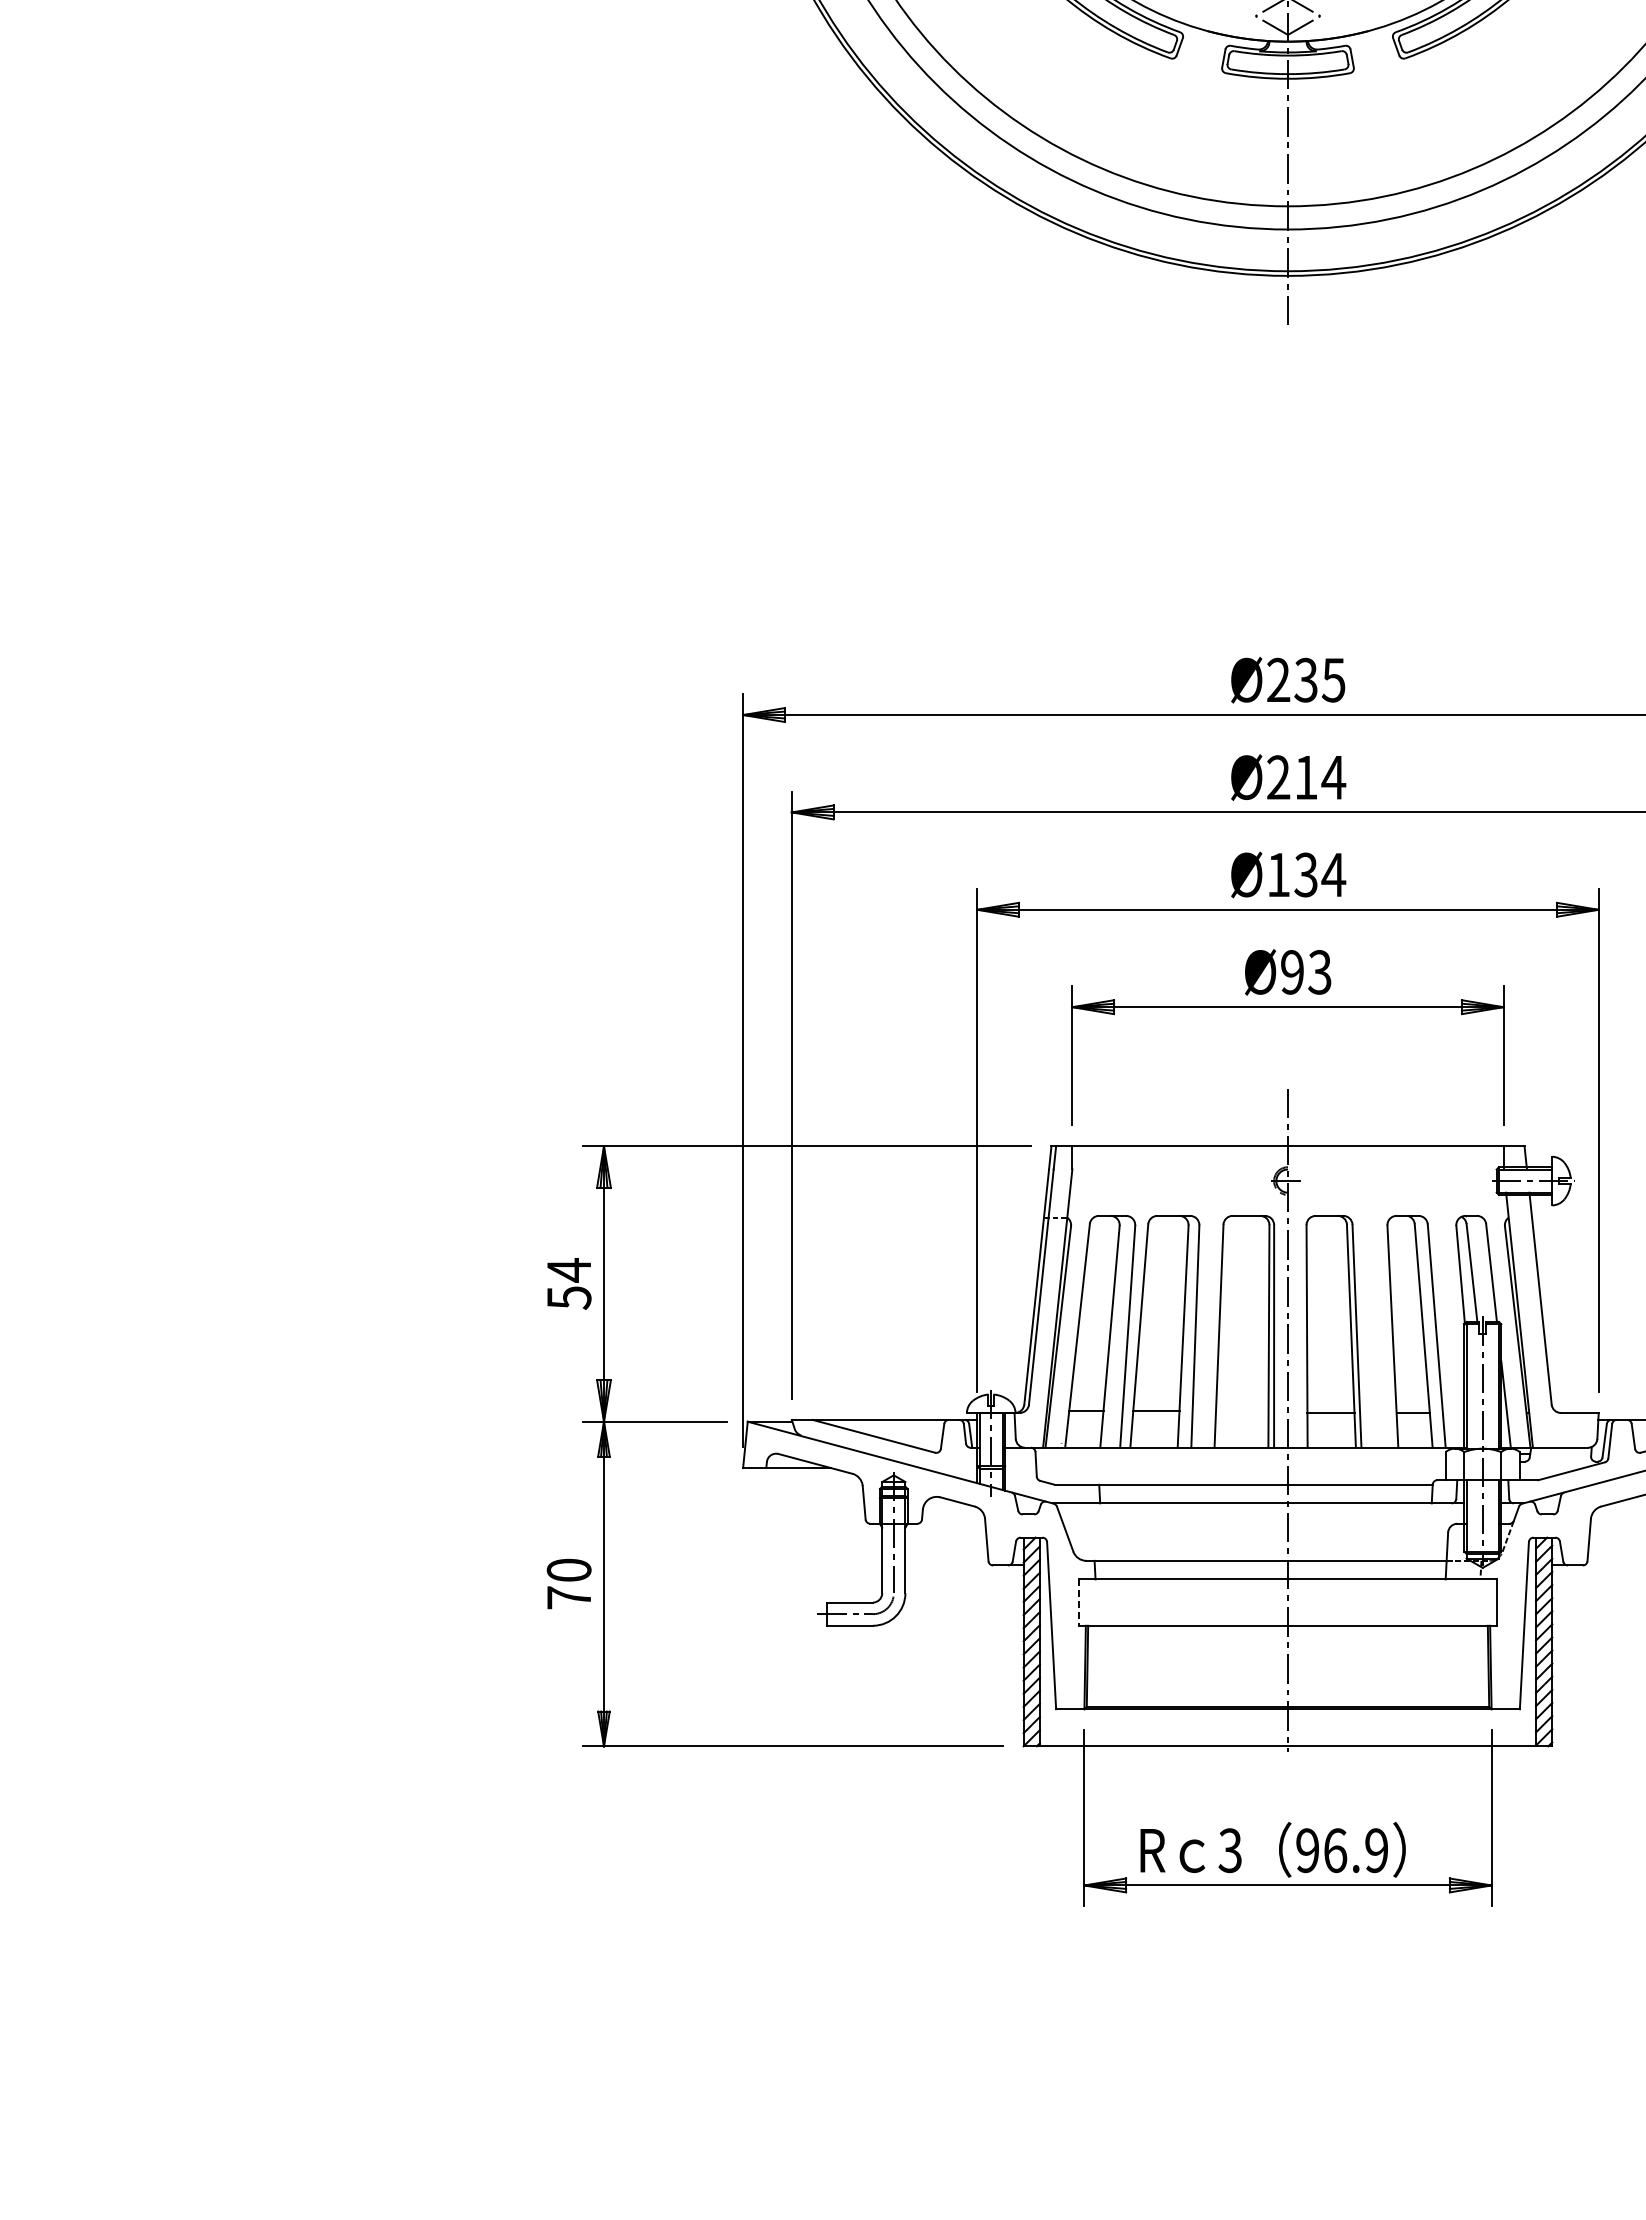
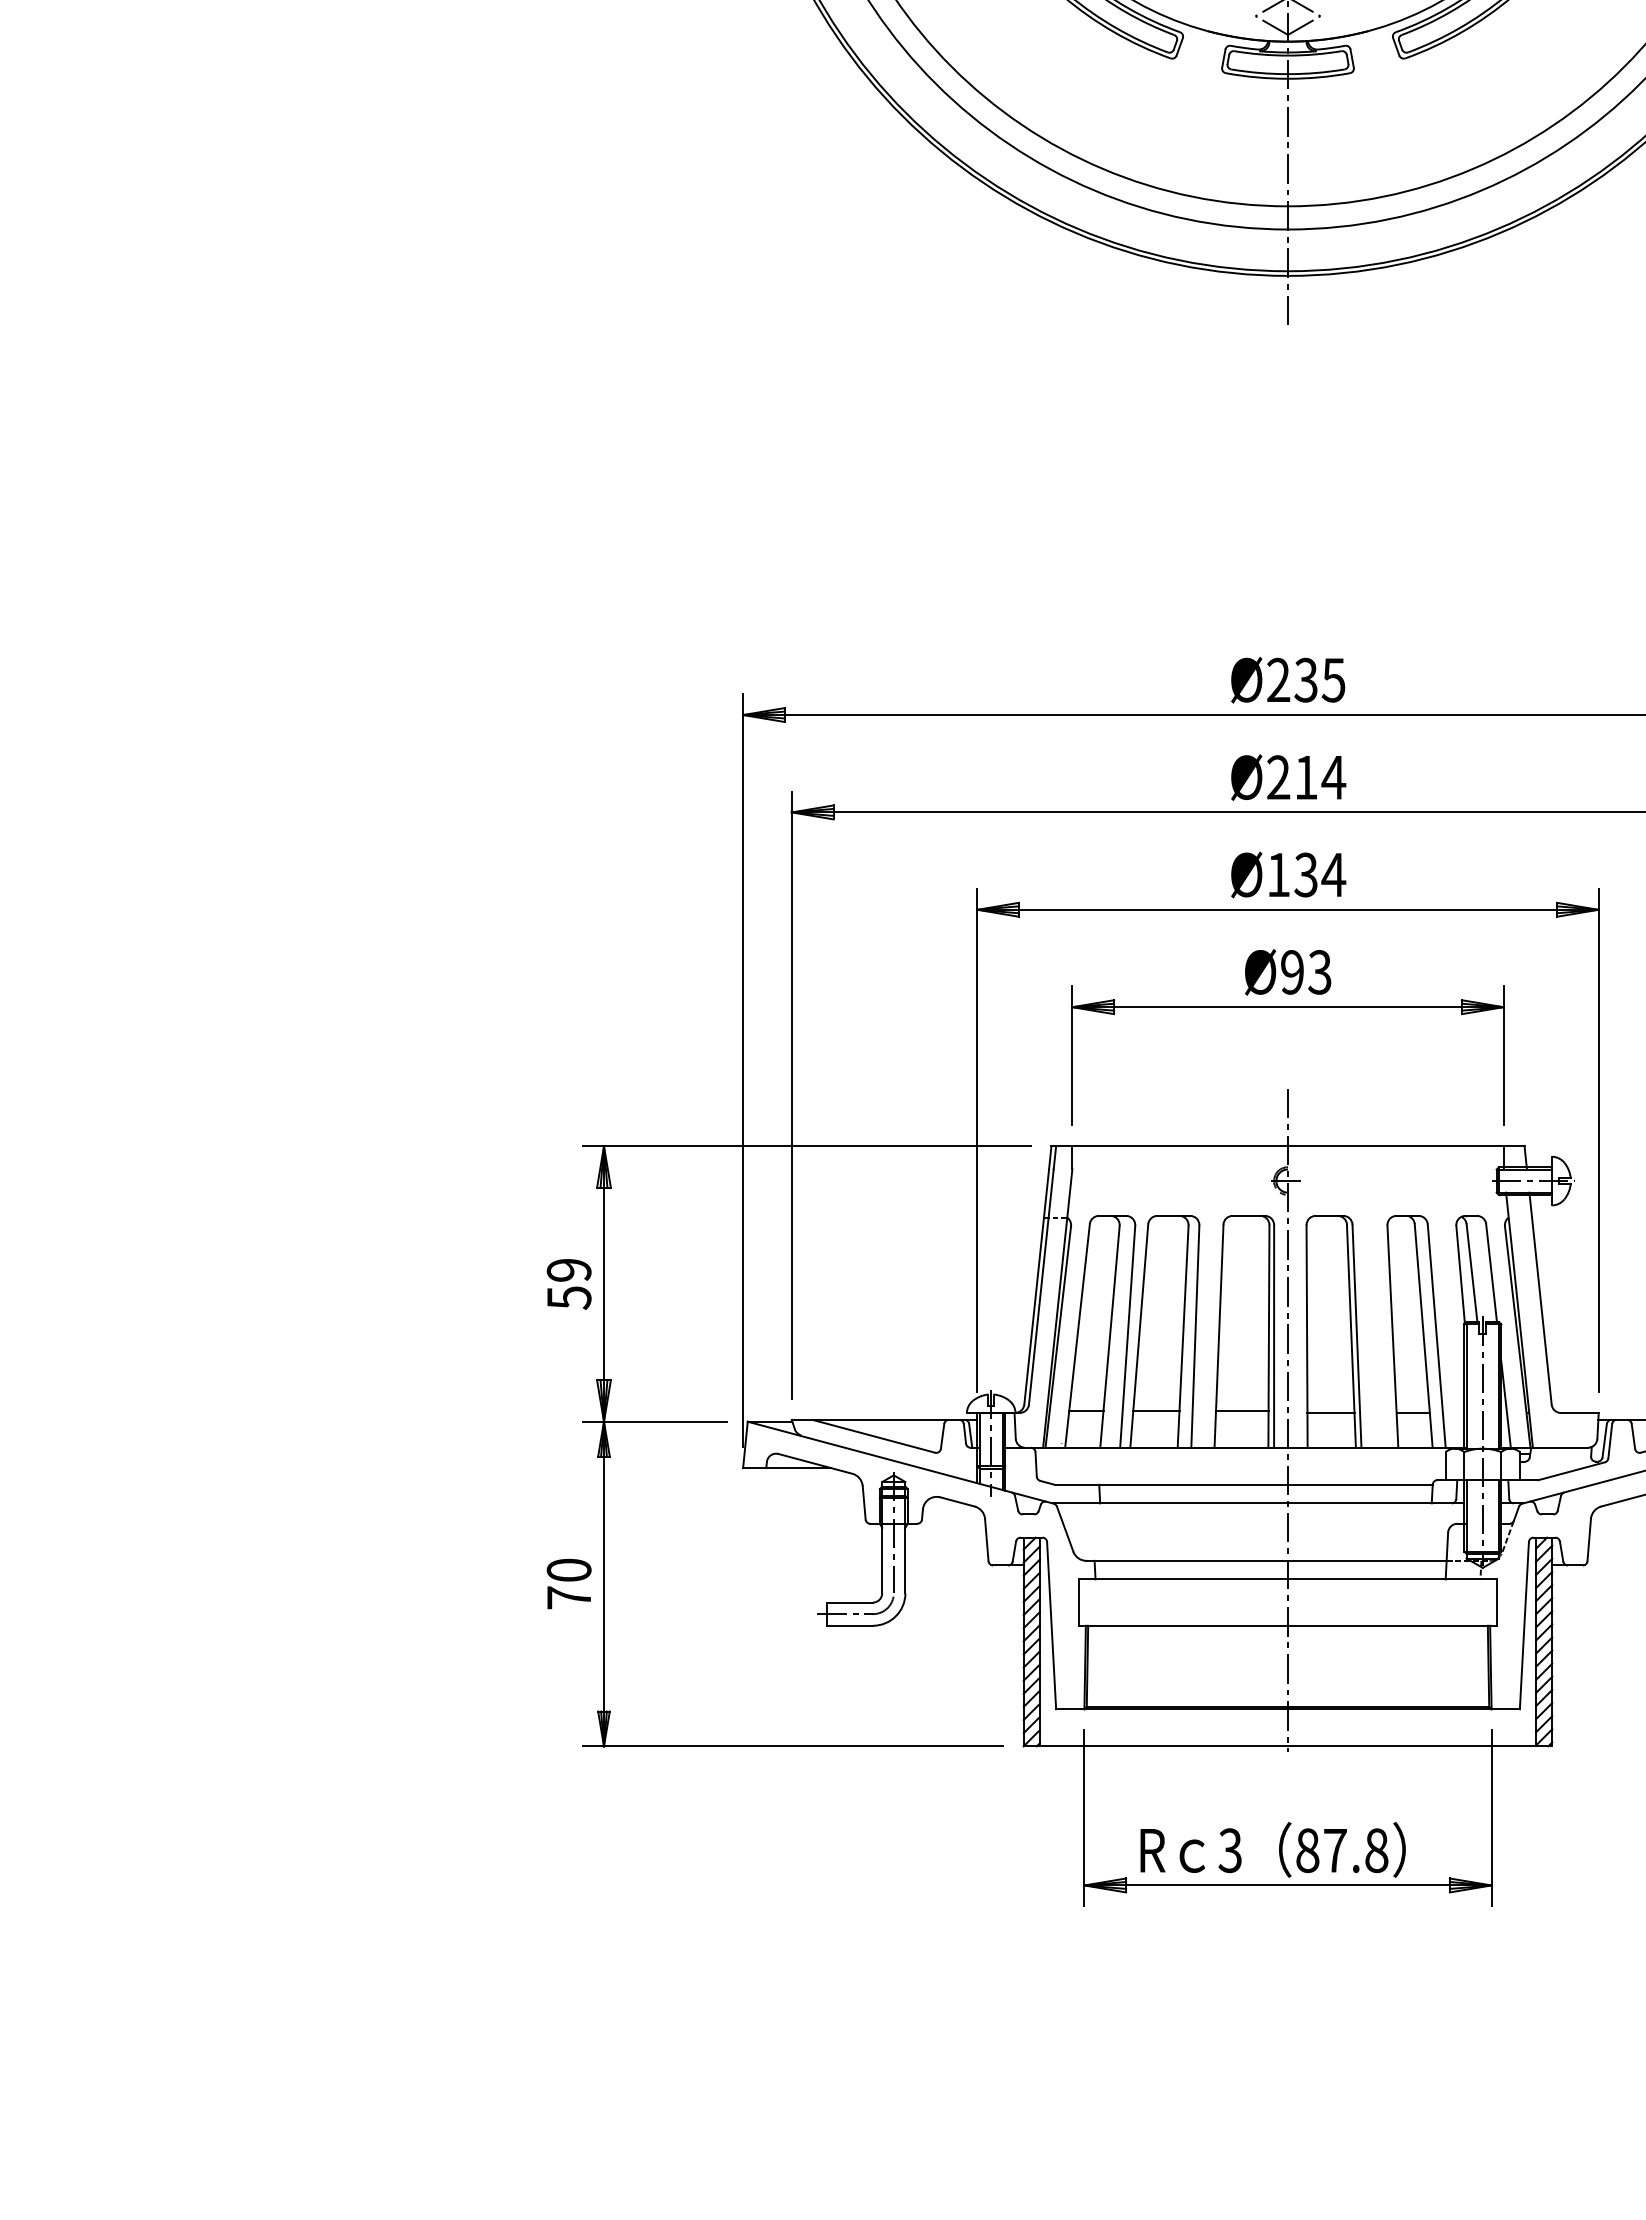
text at (568, 1270): 54 -> 59
line at (1242, 1410): none -> present
line at (1079, 1603): dashed -> solid
text at (1342, 1850): 96.9 -> 87.8
